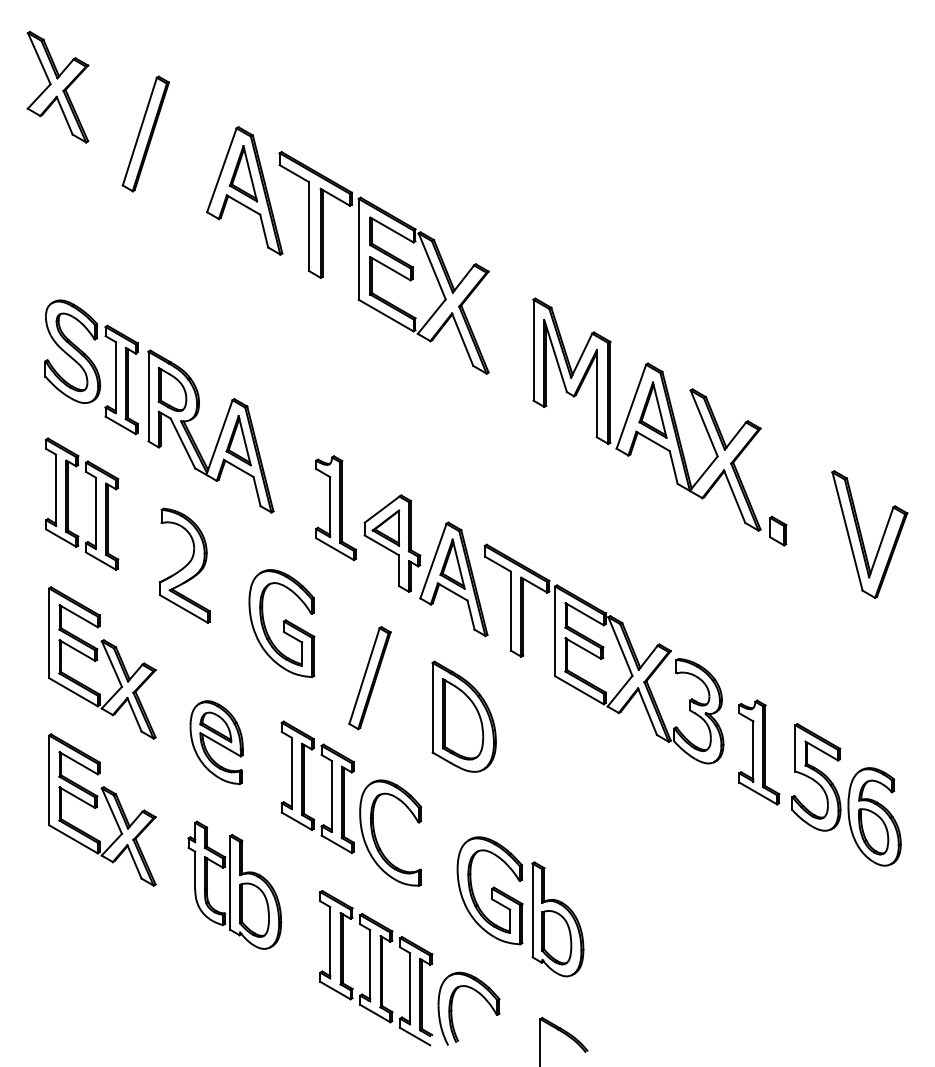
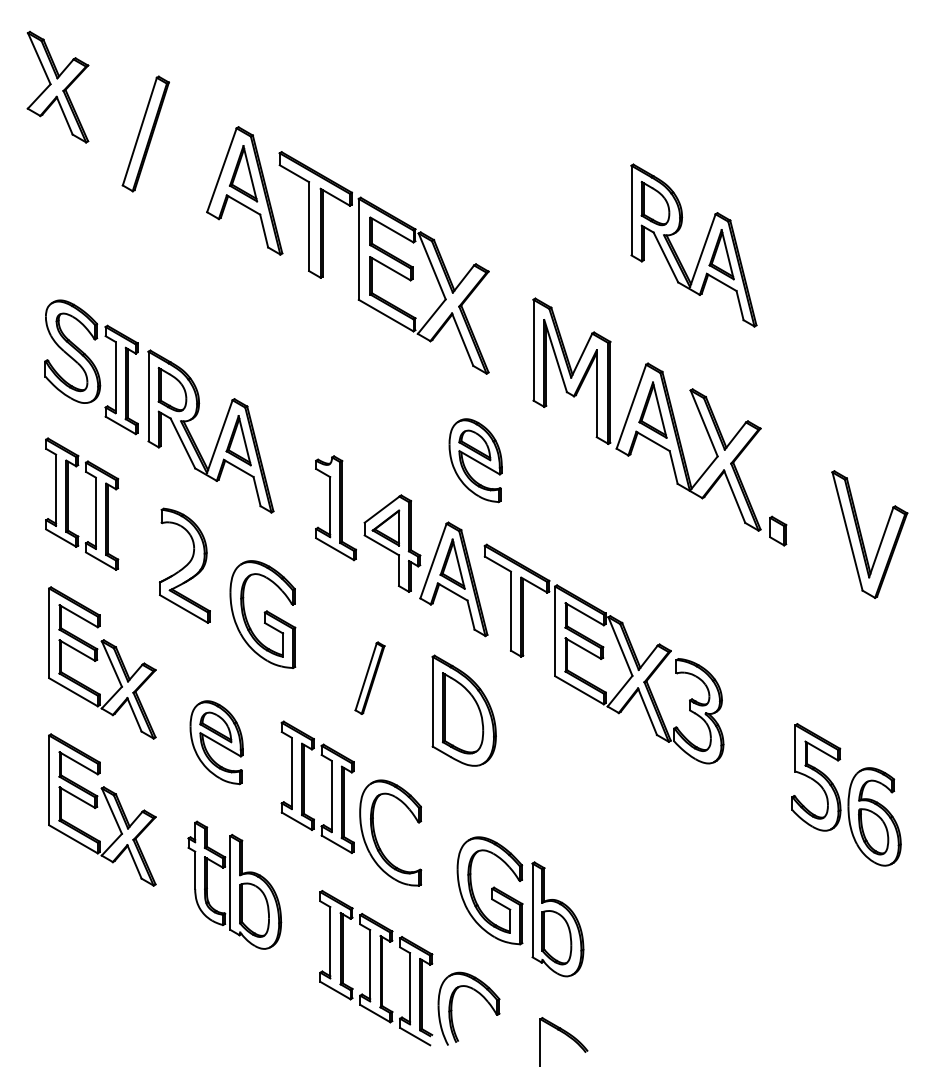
part at (701, 250): none -> present
part at (475, 460): none -> present
part at (281, 623) position: (281, 623) -> (262, 614)
part at (369, 678) size: 44x105 px -> 32x74 px
part at (463, 716) position: (463, 716) -> (463, 710)
part at (759, 752): present -> none
